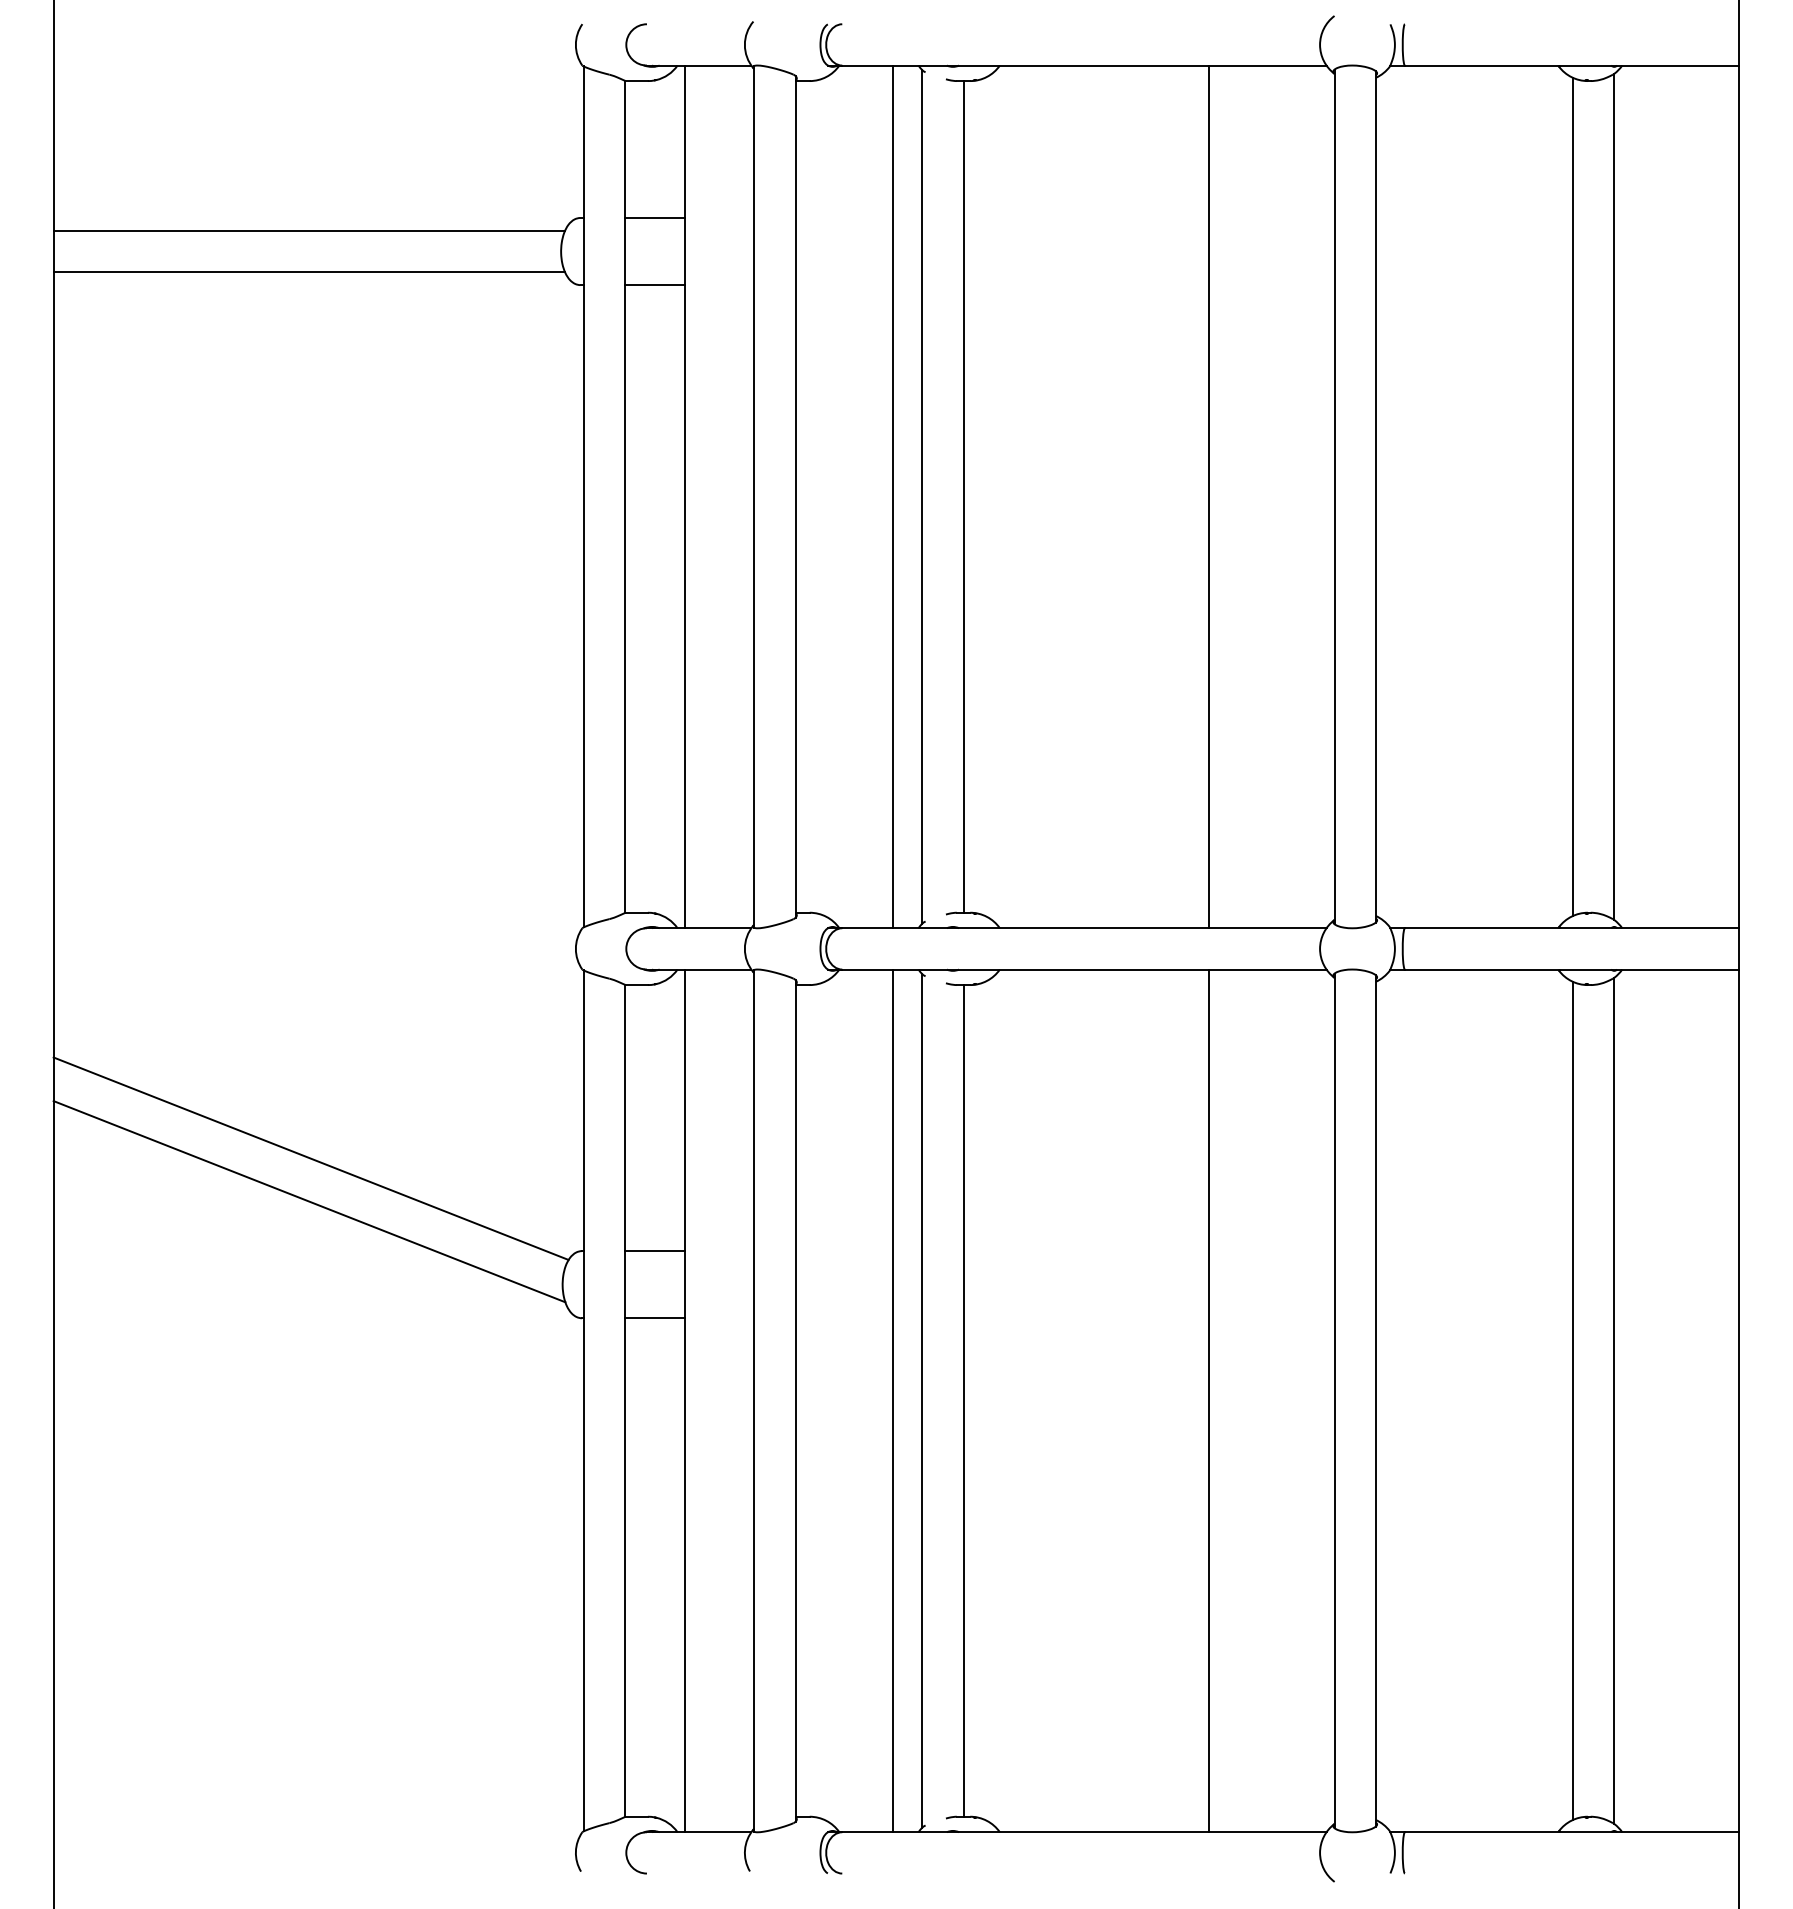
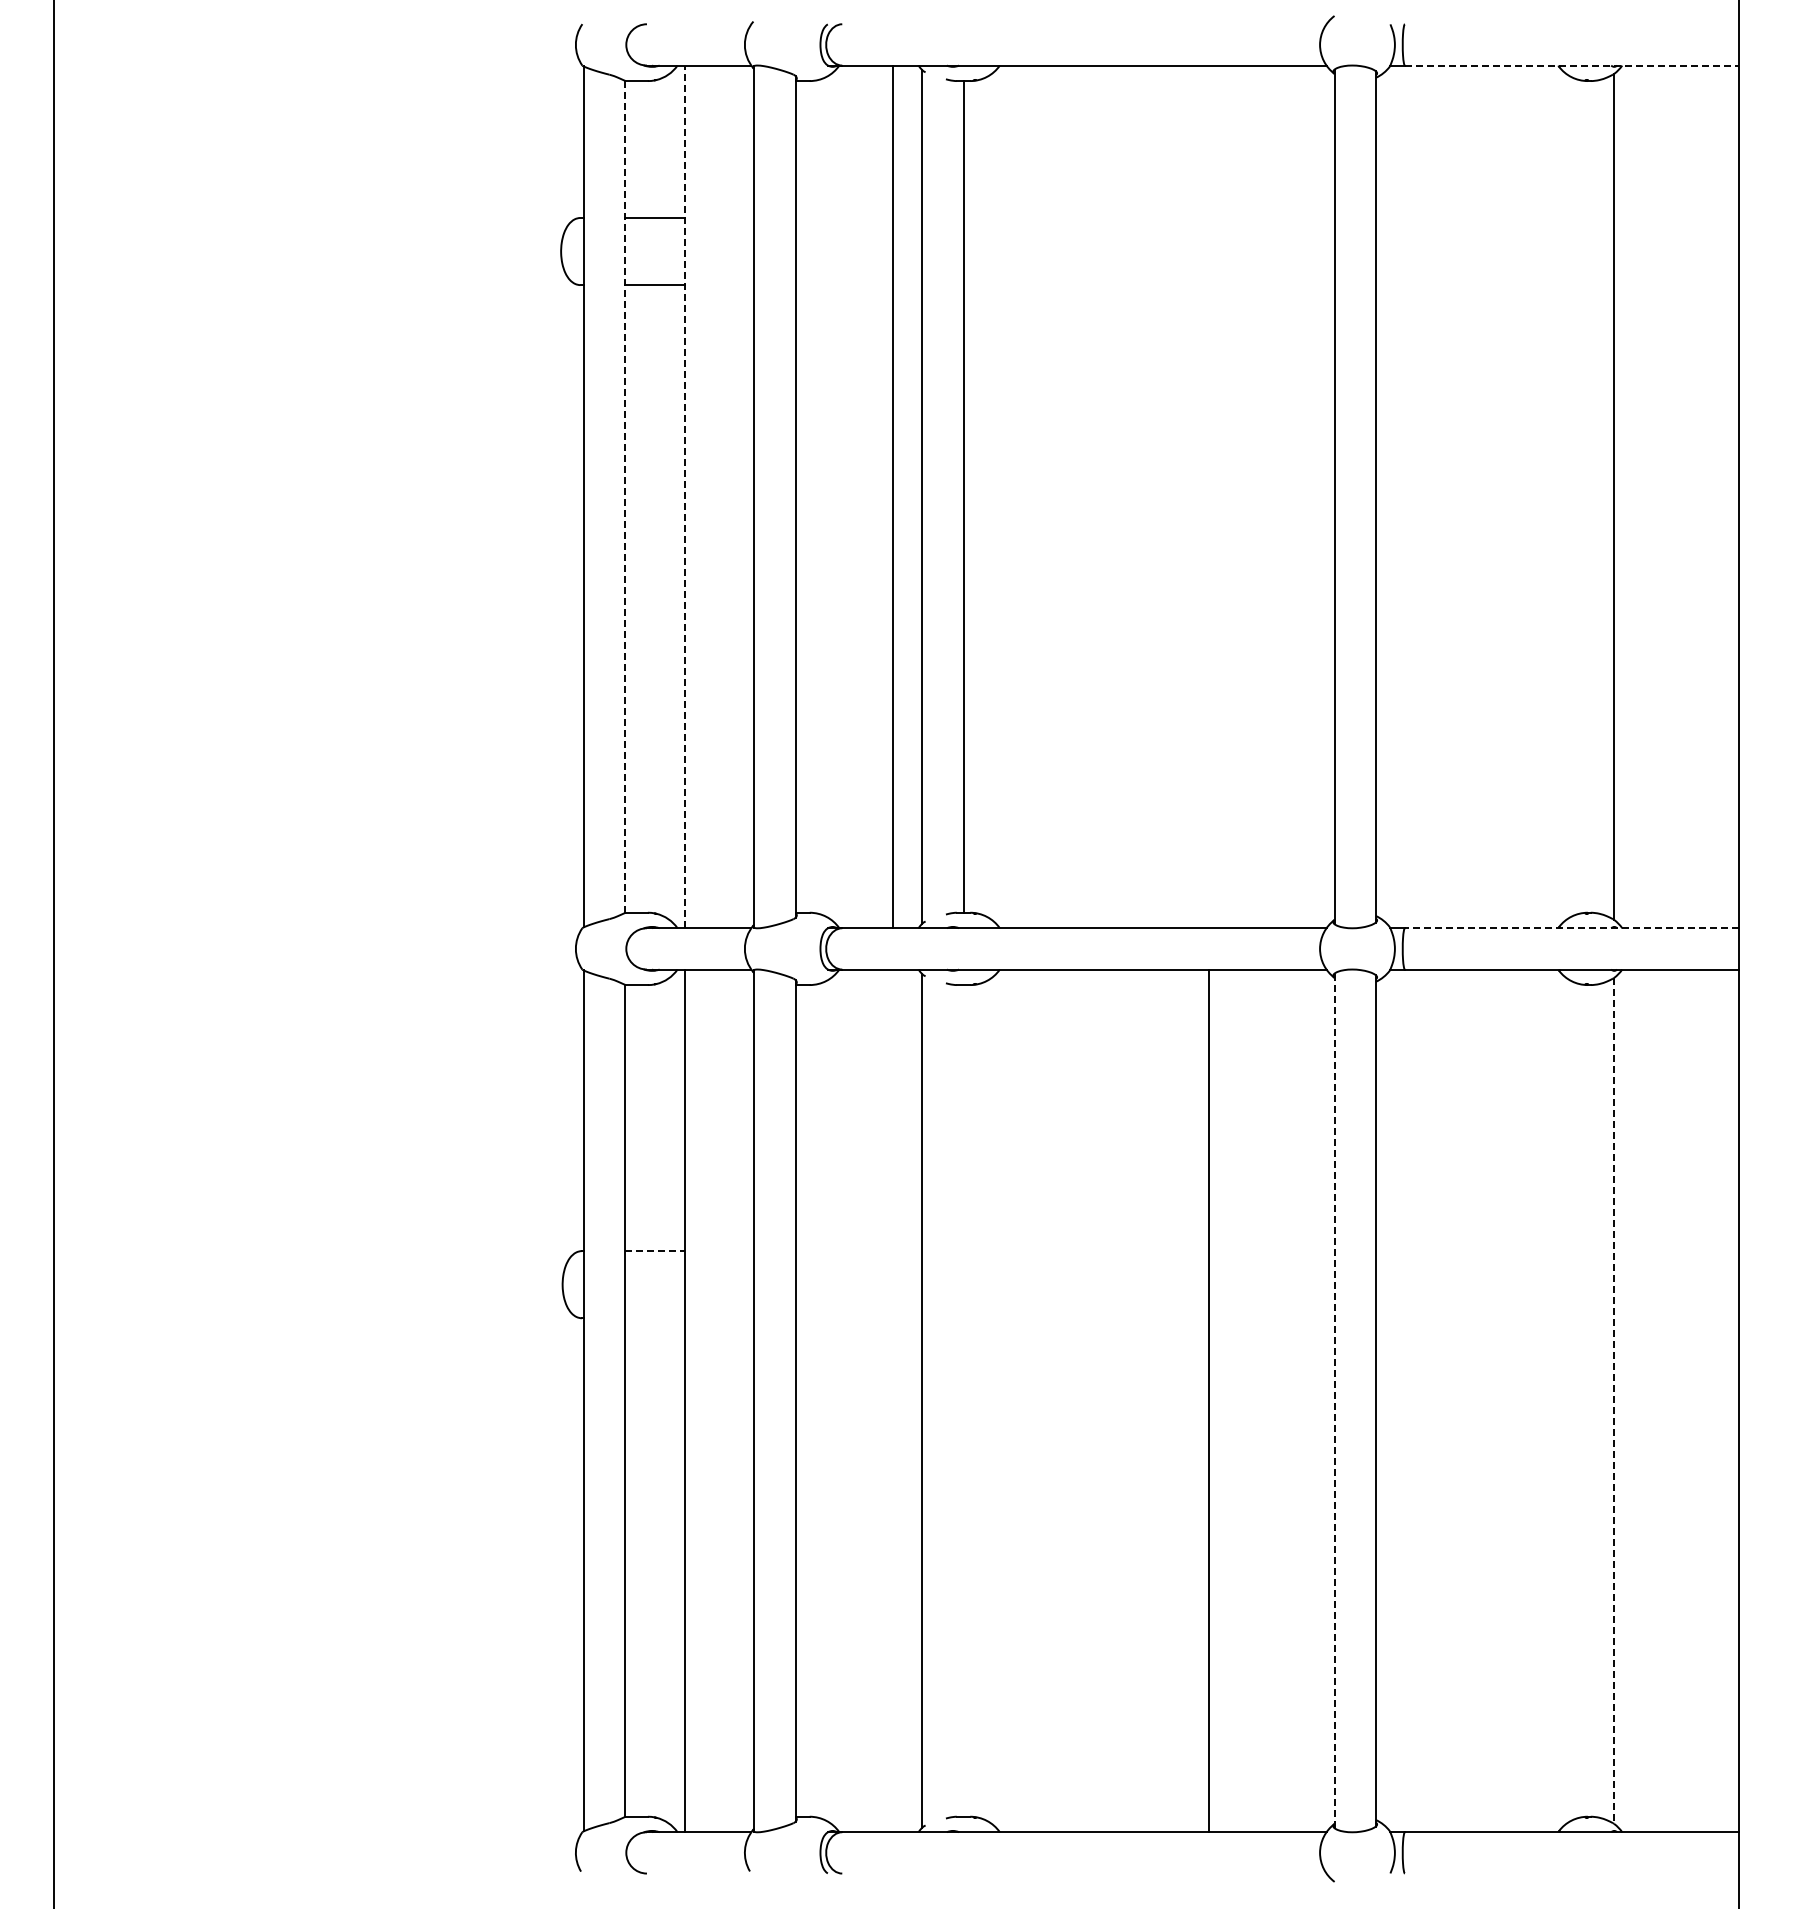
line at (1572, 65): solid -> dashed
line at (309, 230): present -> none
line at (309, 272): present -> none
line at (685, 496): solid -> dashed
line at (1209, 496): present -> none
line at (1572, 496): present -> none
line at (625, 497): solid -> dashed
line at (1571, 928): solid -> dashed
line at (310, 1158): present -> none
line at (309, 1201): present -> none
line at (655, 1251): solid -> dashed
line at (655, 1318): present -> none
line at (893, 1400): present -> none
line at (963, 1400): present -> none
line at (1572, 1400): present -> none
line at (1334, 1401): solid -> dashed
line at (1614, 1401): solid -> dashed
